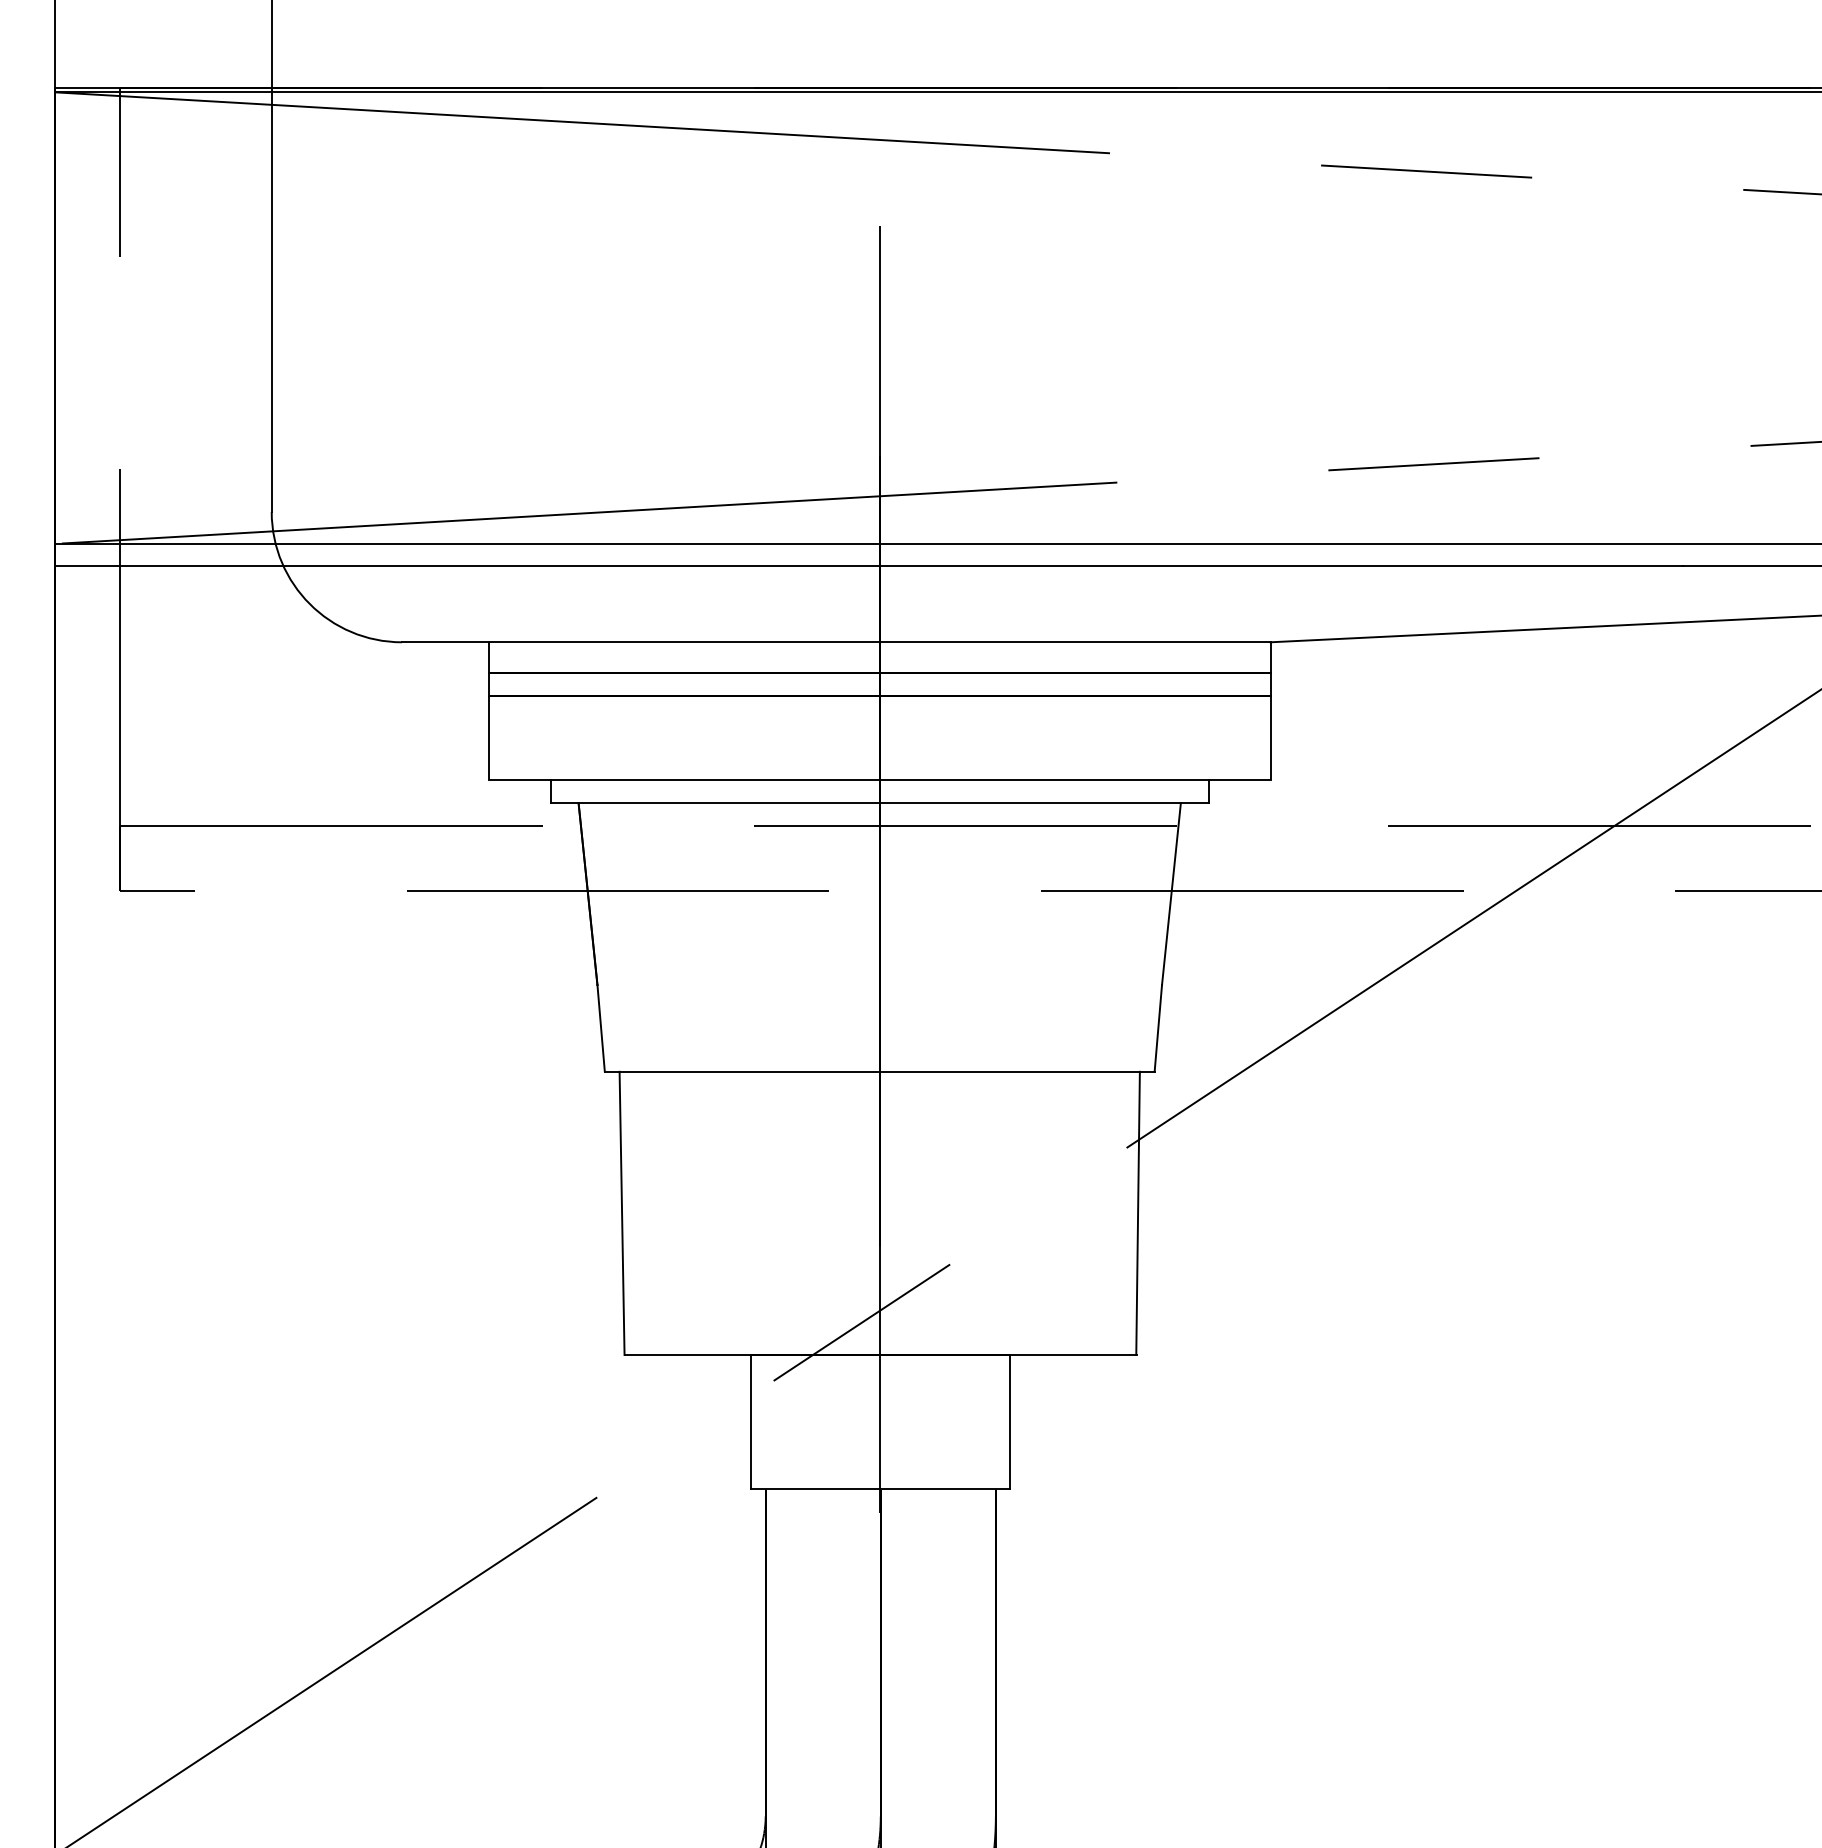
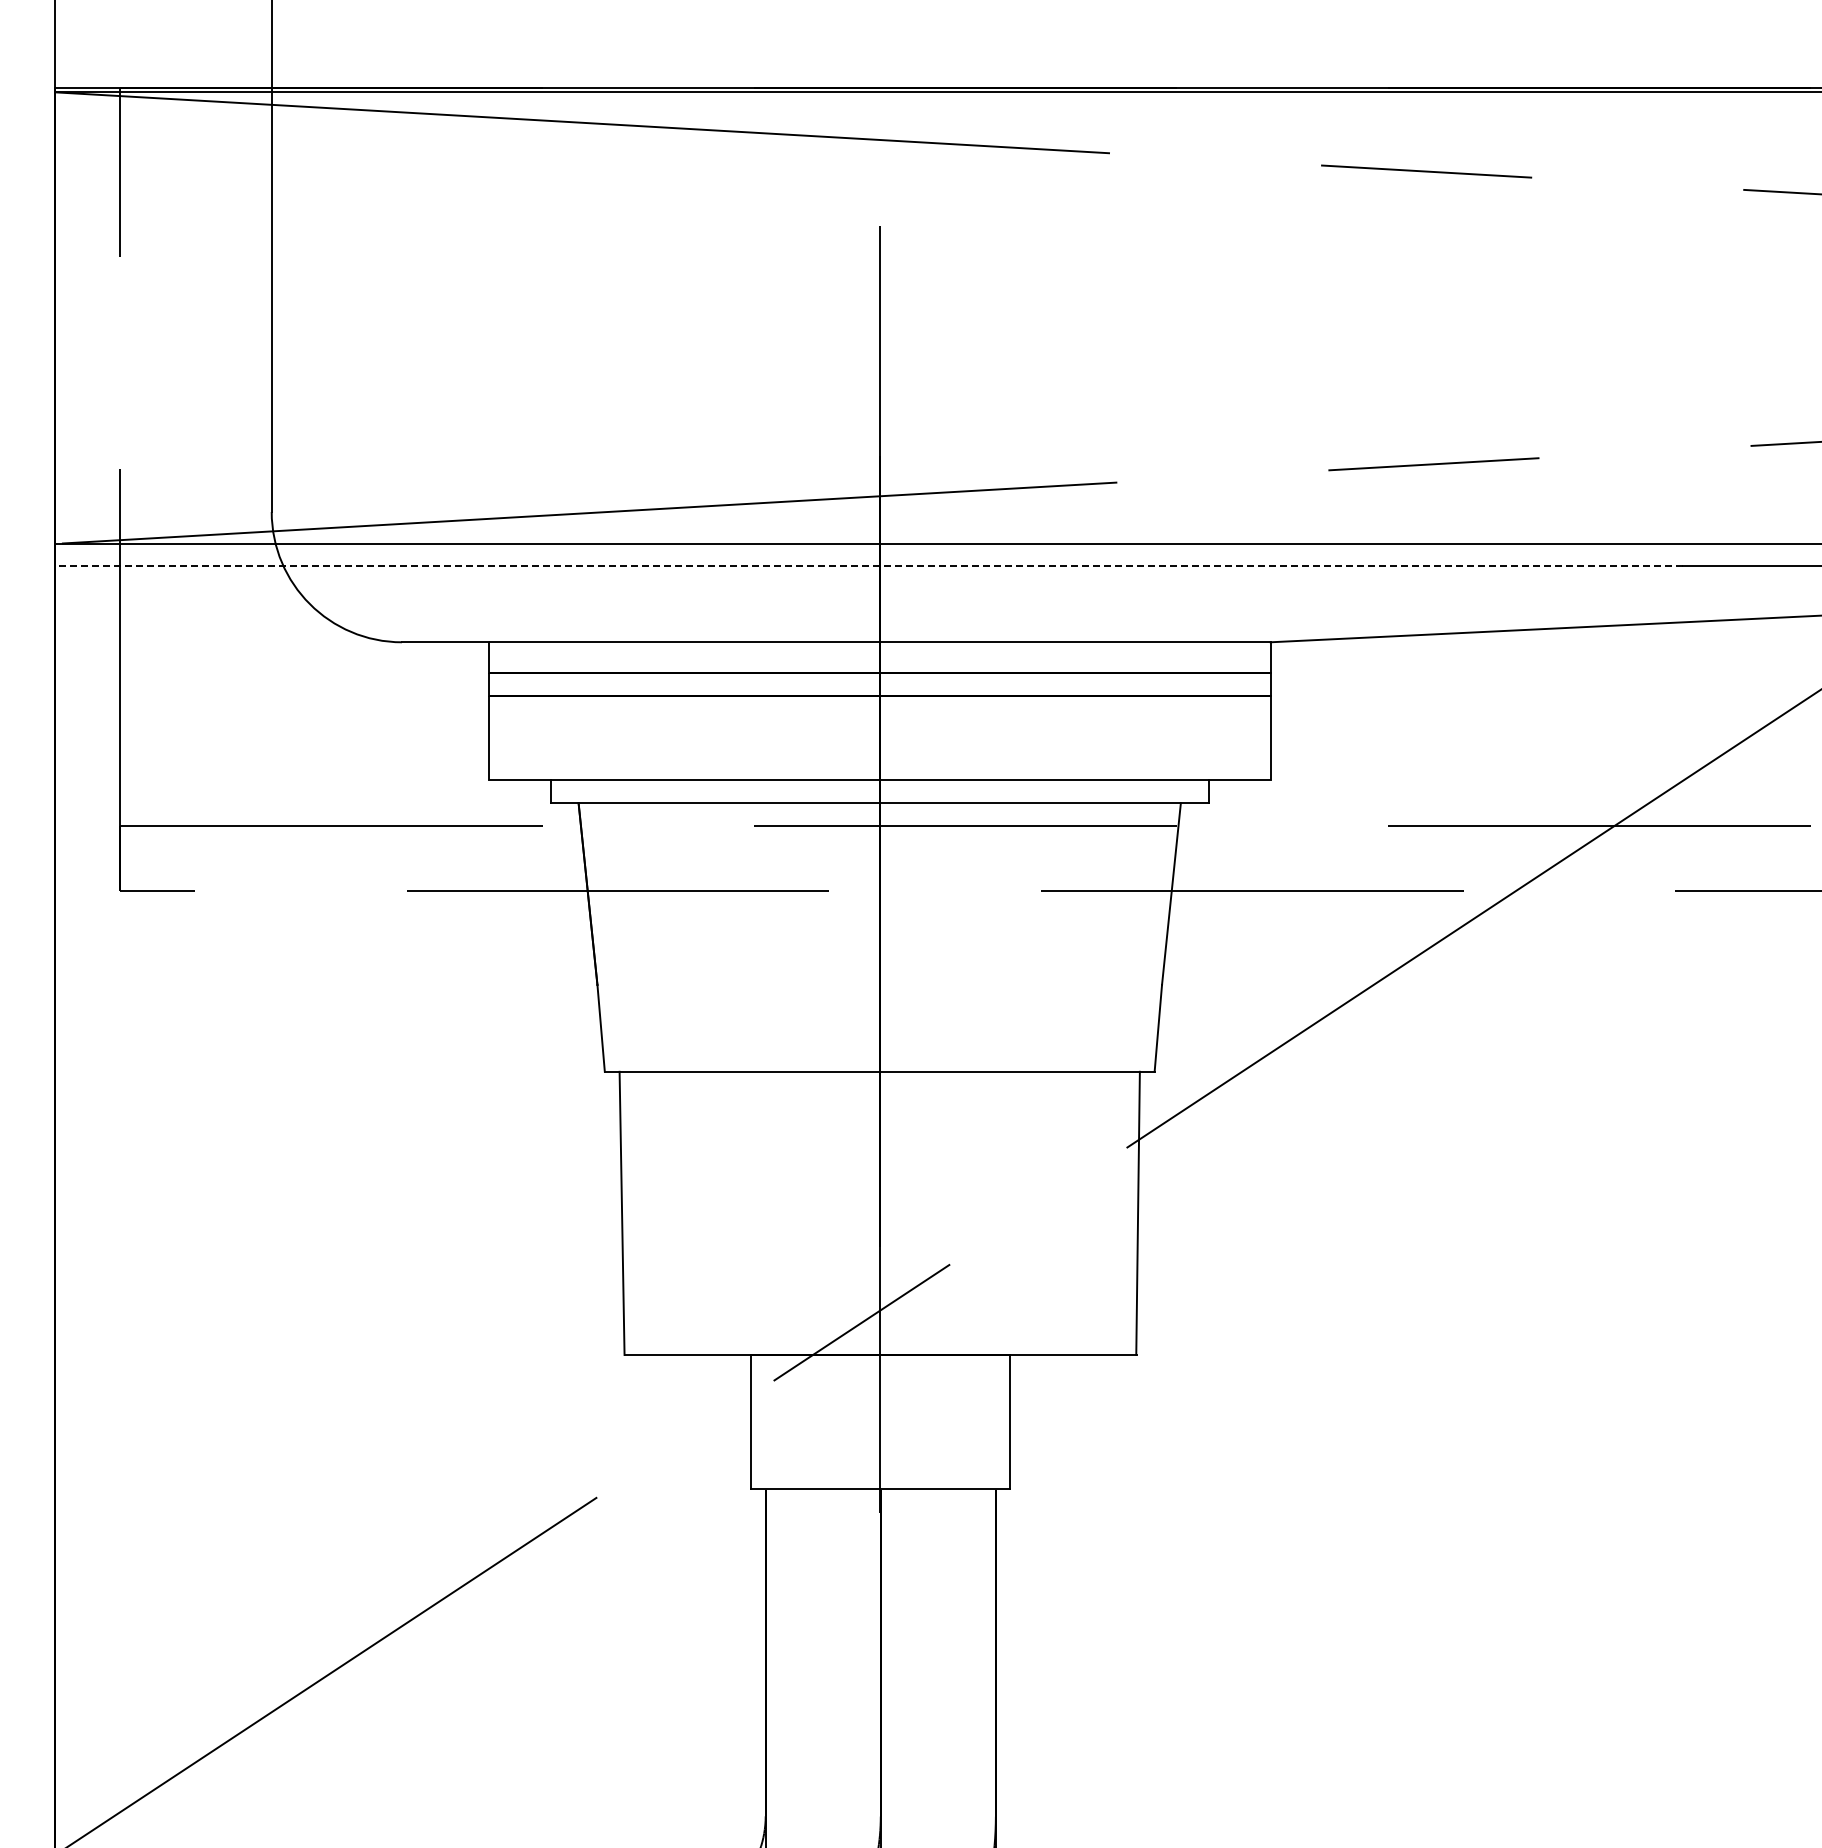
line at (868, 565): solid -> dashed
